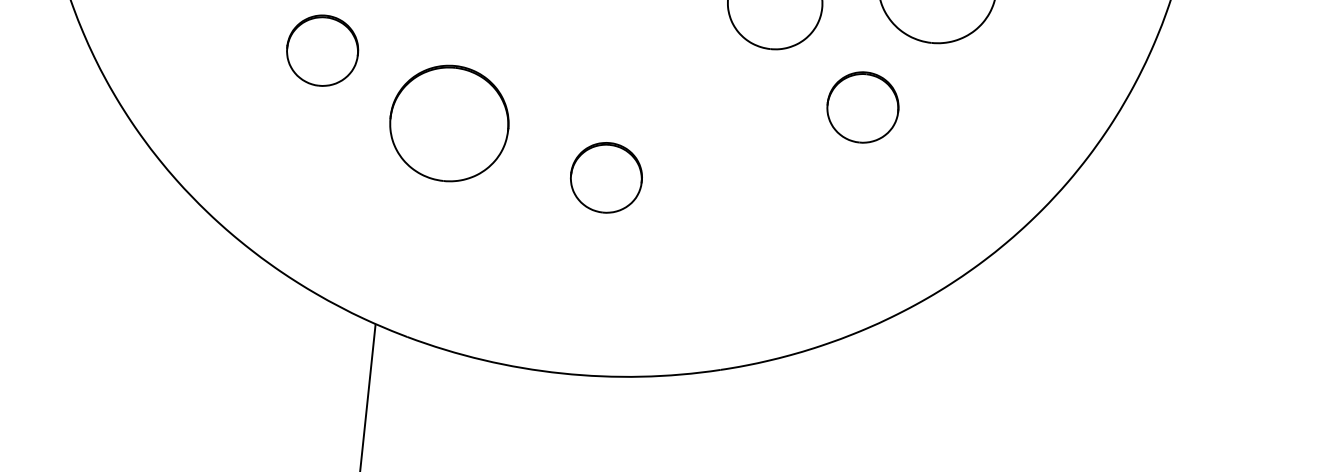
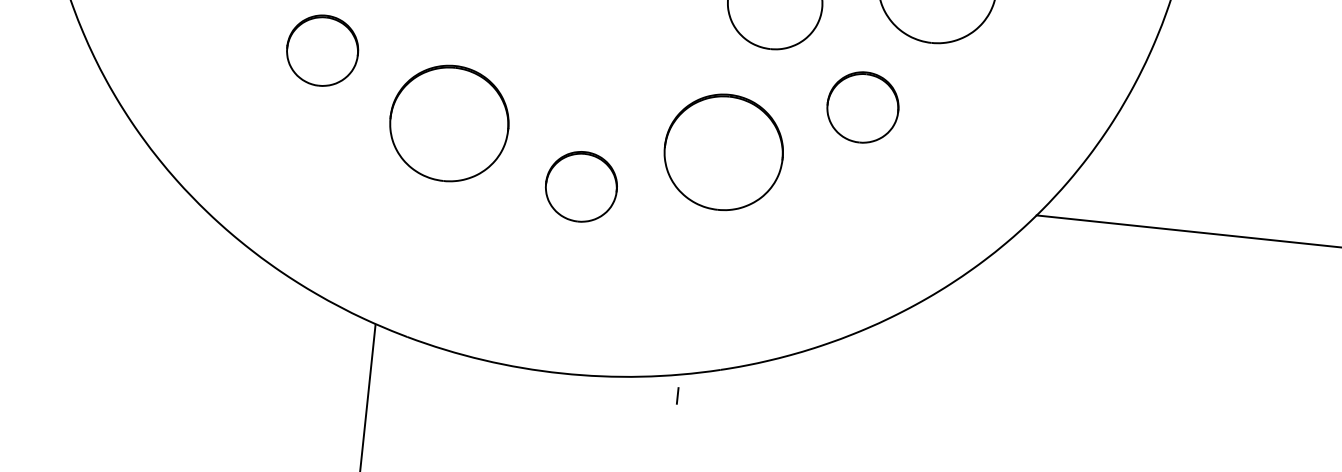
part at (723, 152): none -> present
part at (606, 177) position: (606, 177) -> (581, 186)
line at (1187, 231): none -> present
line at (677, 395): none -> present
